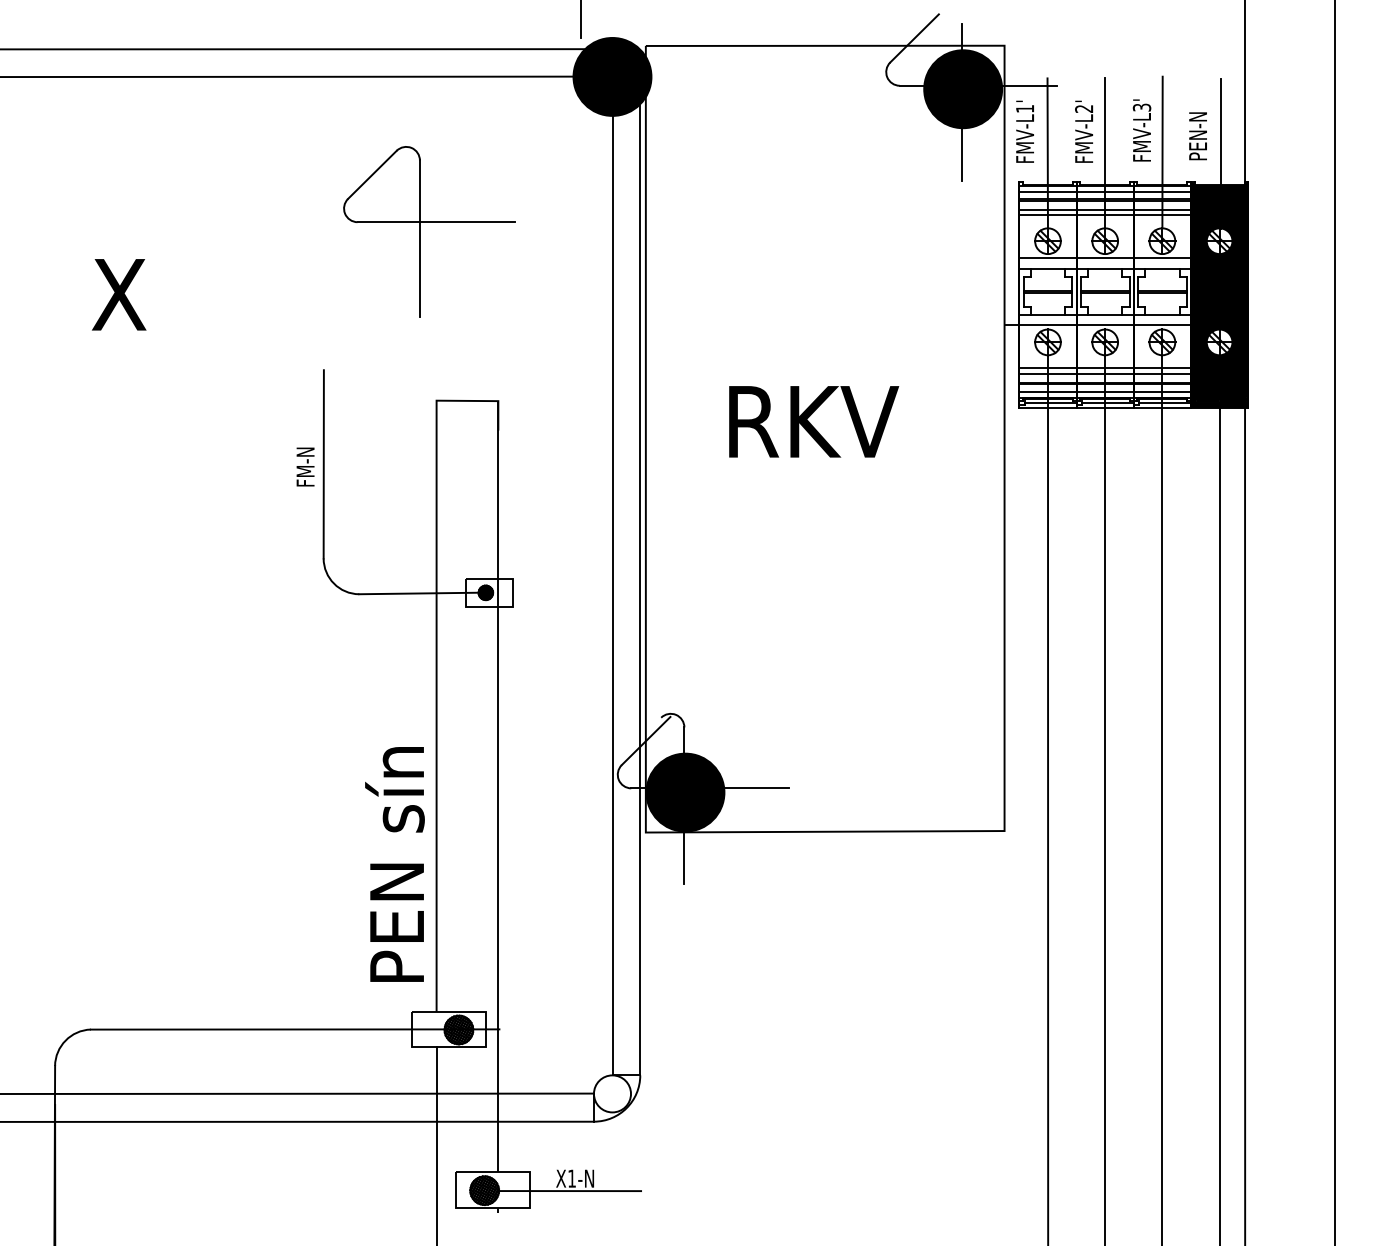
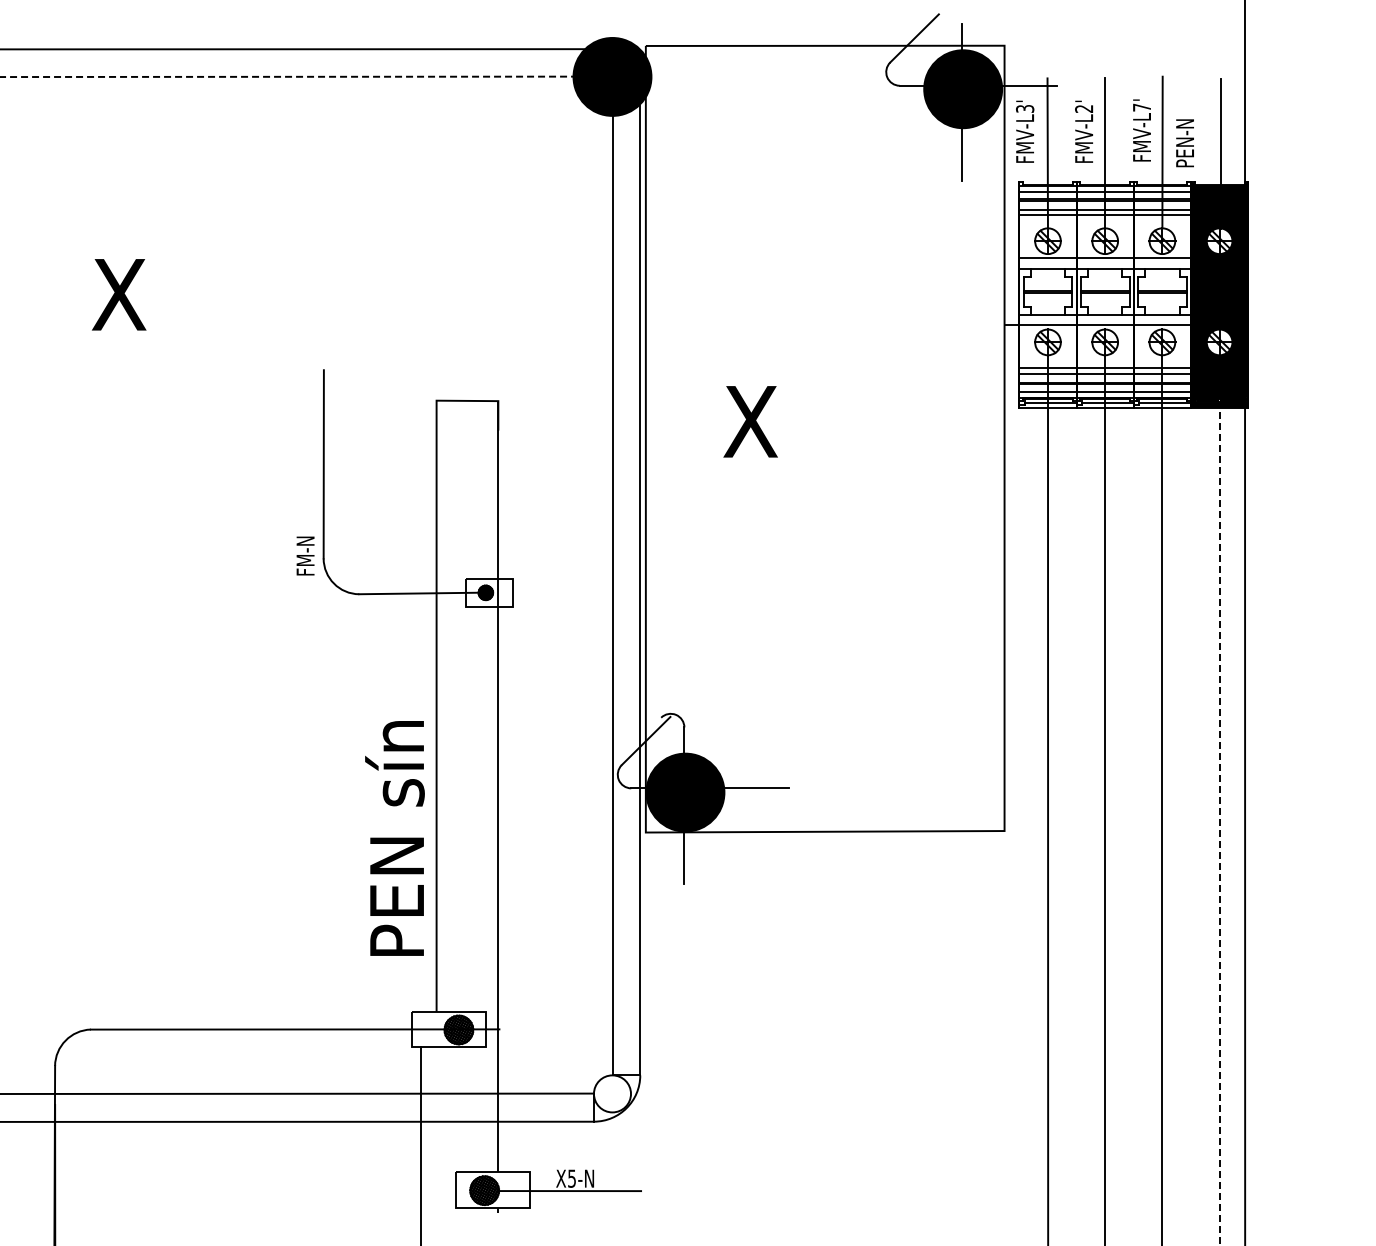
line at (581, 20): present -> none
line at (297, 76): solid -> dashed
text at (1141, 107): FMV-L3' -> FMV-L7'
text at (1025, 108): FMV-L1' -> FMV-L3'
text at (1197, 136) position: (1197, 136) -> (1184, 143)
part at (429, 222): present -> none
text at (811, 421): RKV -> X
text at (305, 466) position: (305, 466) -> (305, 555)
line at (1334, 622): present -> none
line at (1219, 801): solid -> dashed
text at (394, 864) position: (394, 864) -> (394, 838)
line at (436, 1144) position: (436, 1144) -> (420, 1144)
text at (571, 1178): X1-N -> X5-N
